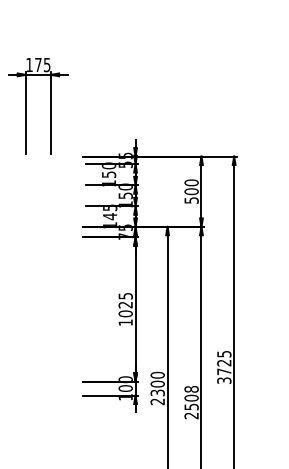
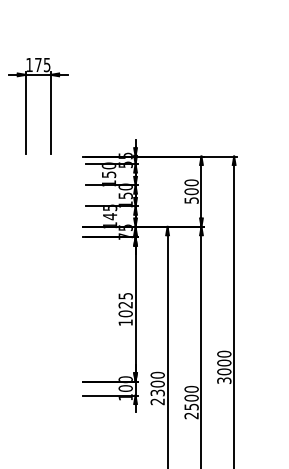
text at (224, 362): 3725 -> 3000
text at (191, 388): 2508 -> 2500
